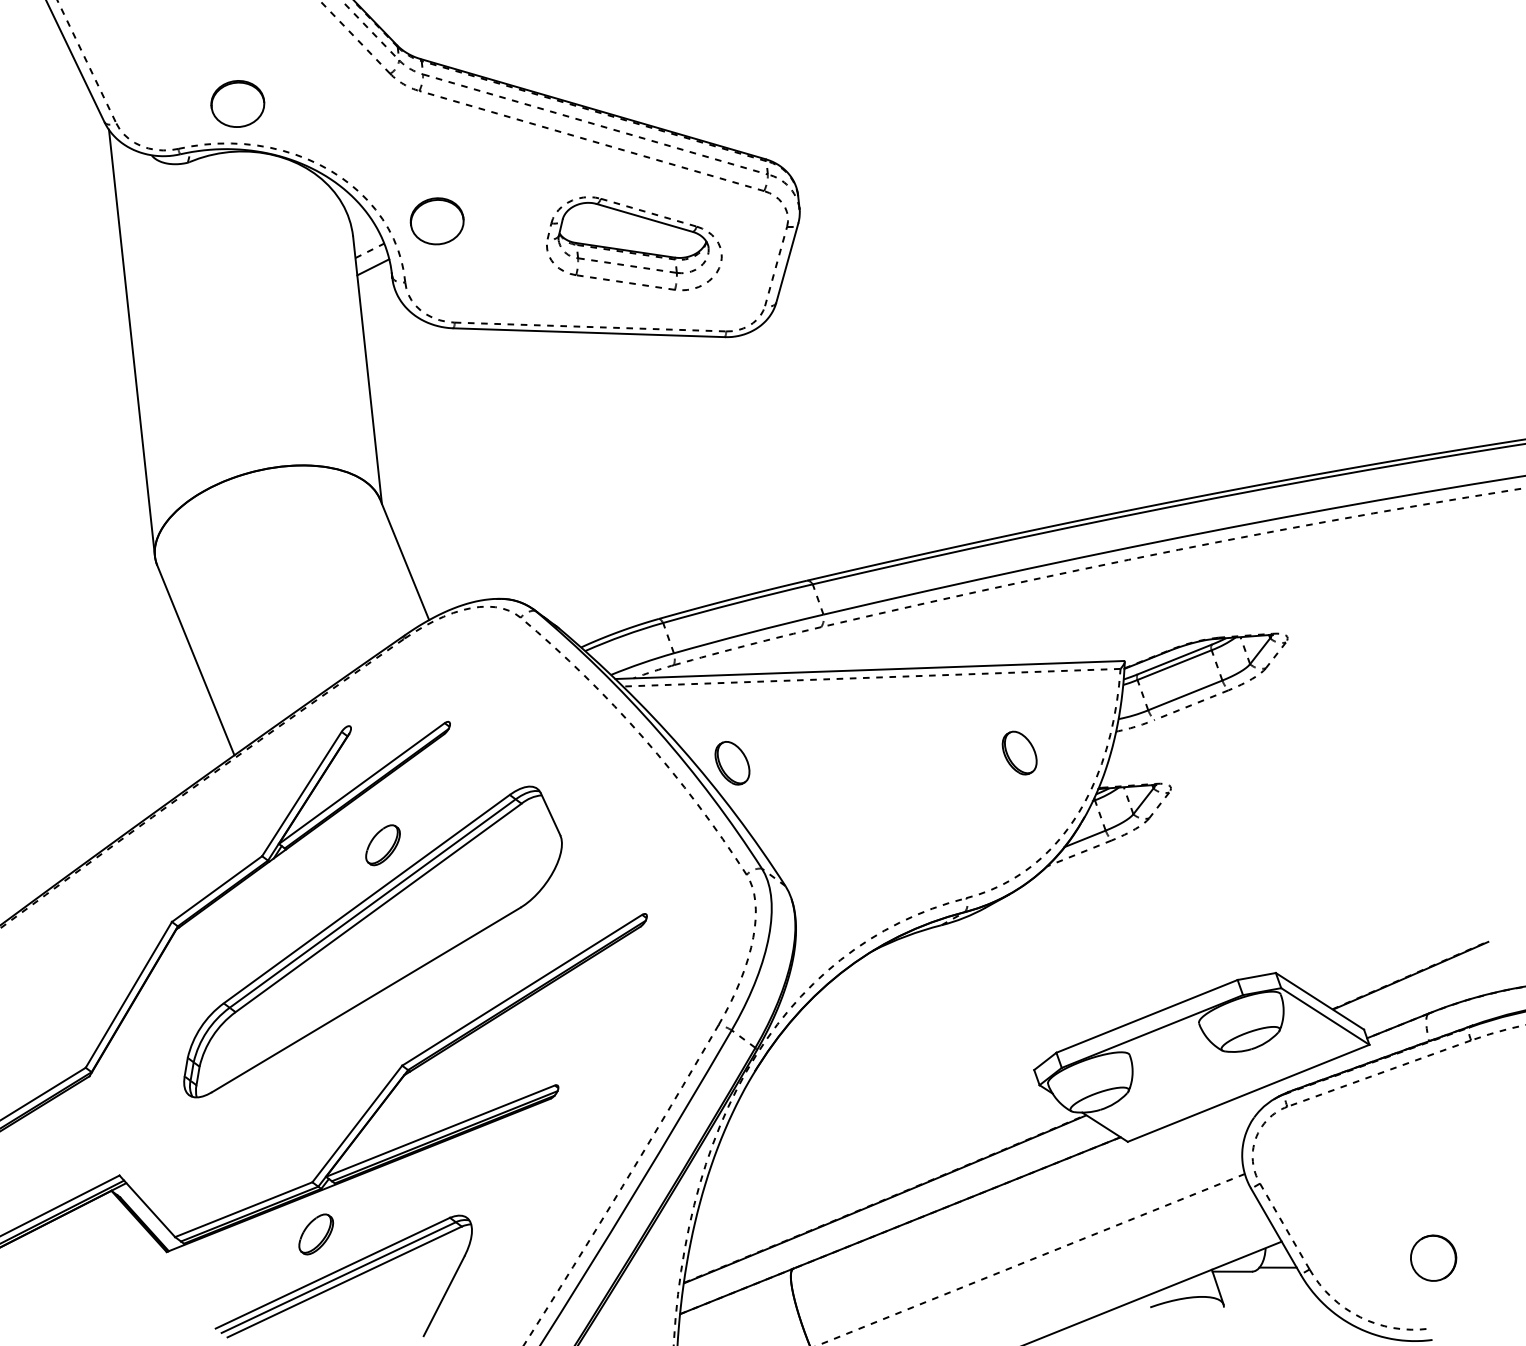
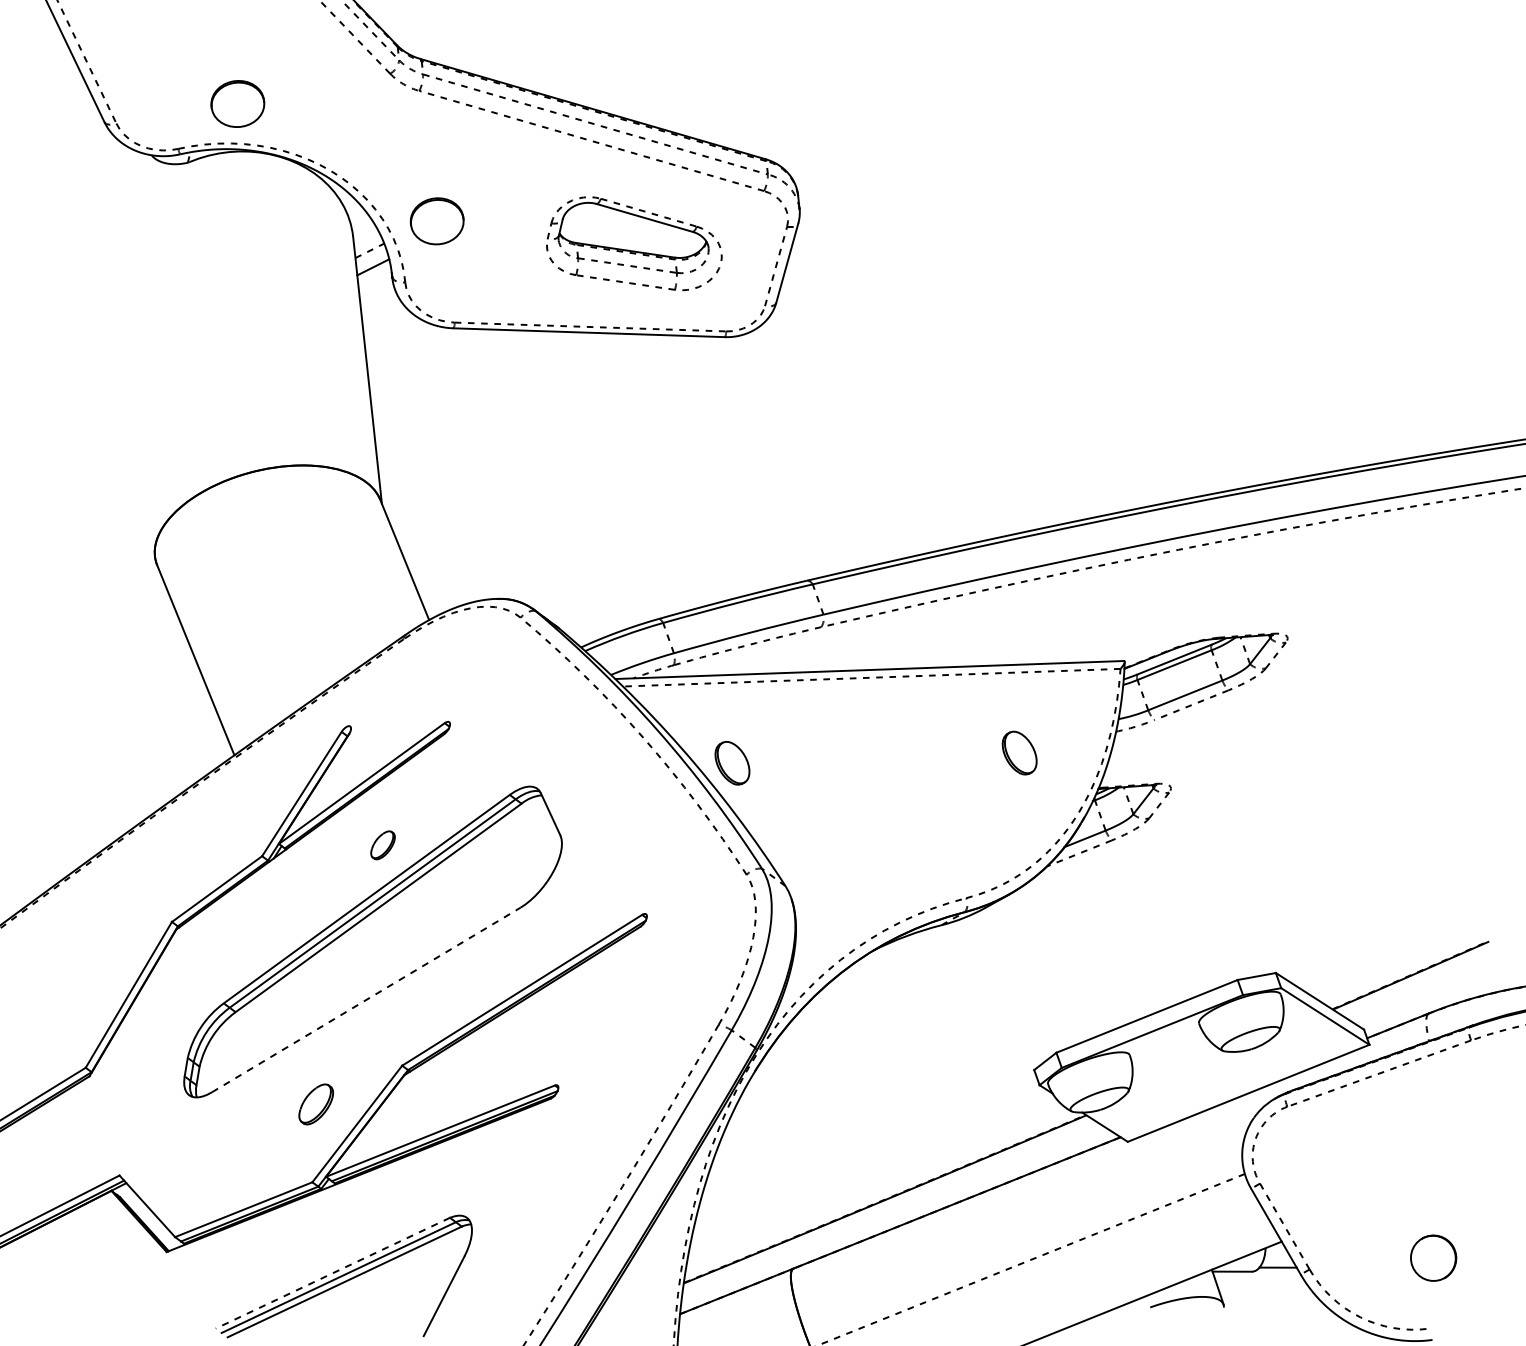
line at (131, 342): present -> none
part at (382, 845) size: 36x43 px -> 26x31 px
line at (366, 999): solid -> dashed
part at (316, 1234) position: (316, 1234) -> (316, 1104)
line at (332, 1273): solid -> dashed
